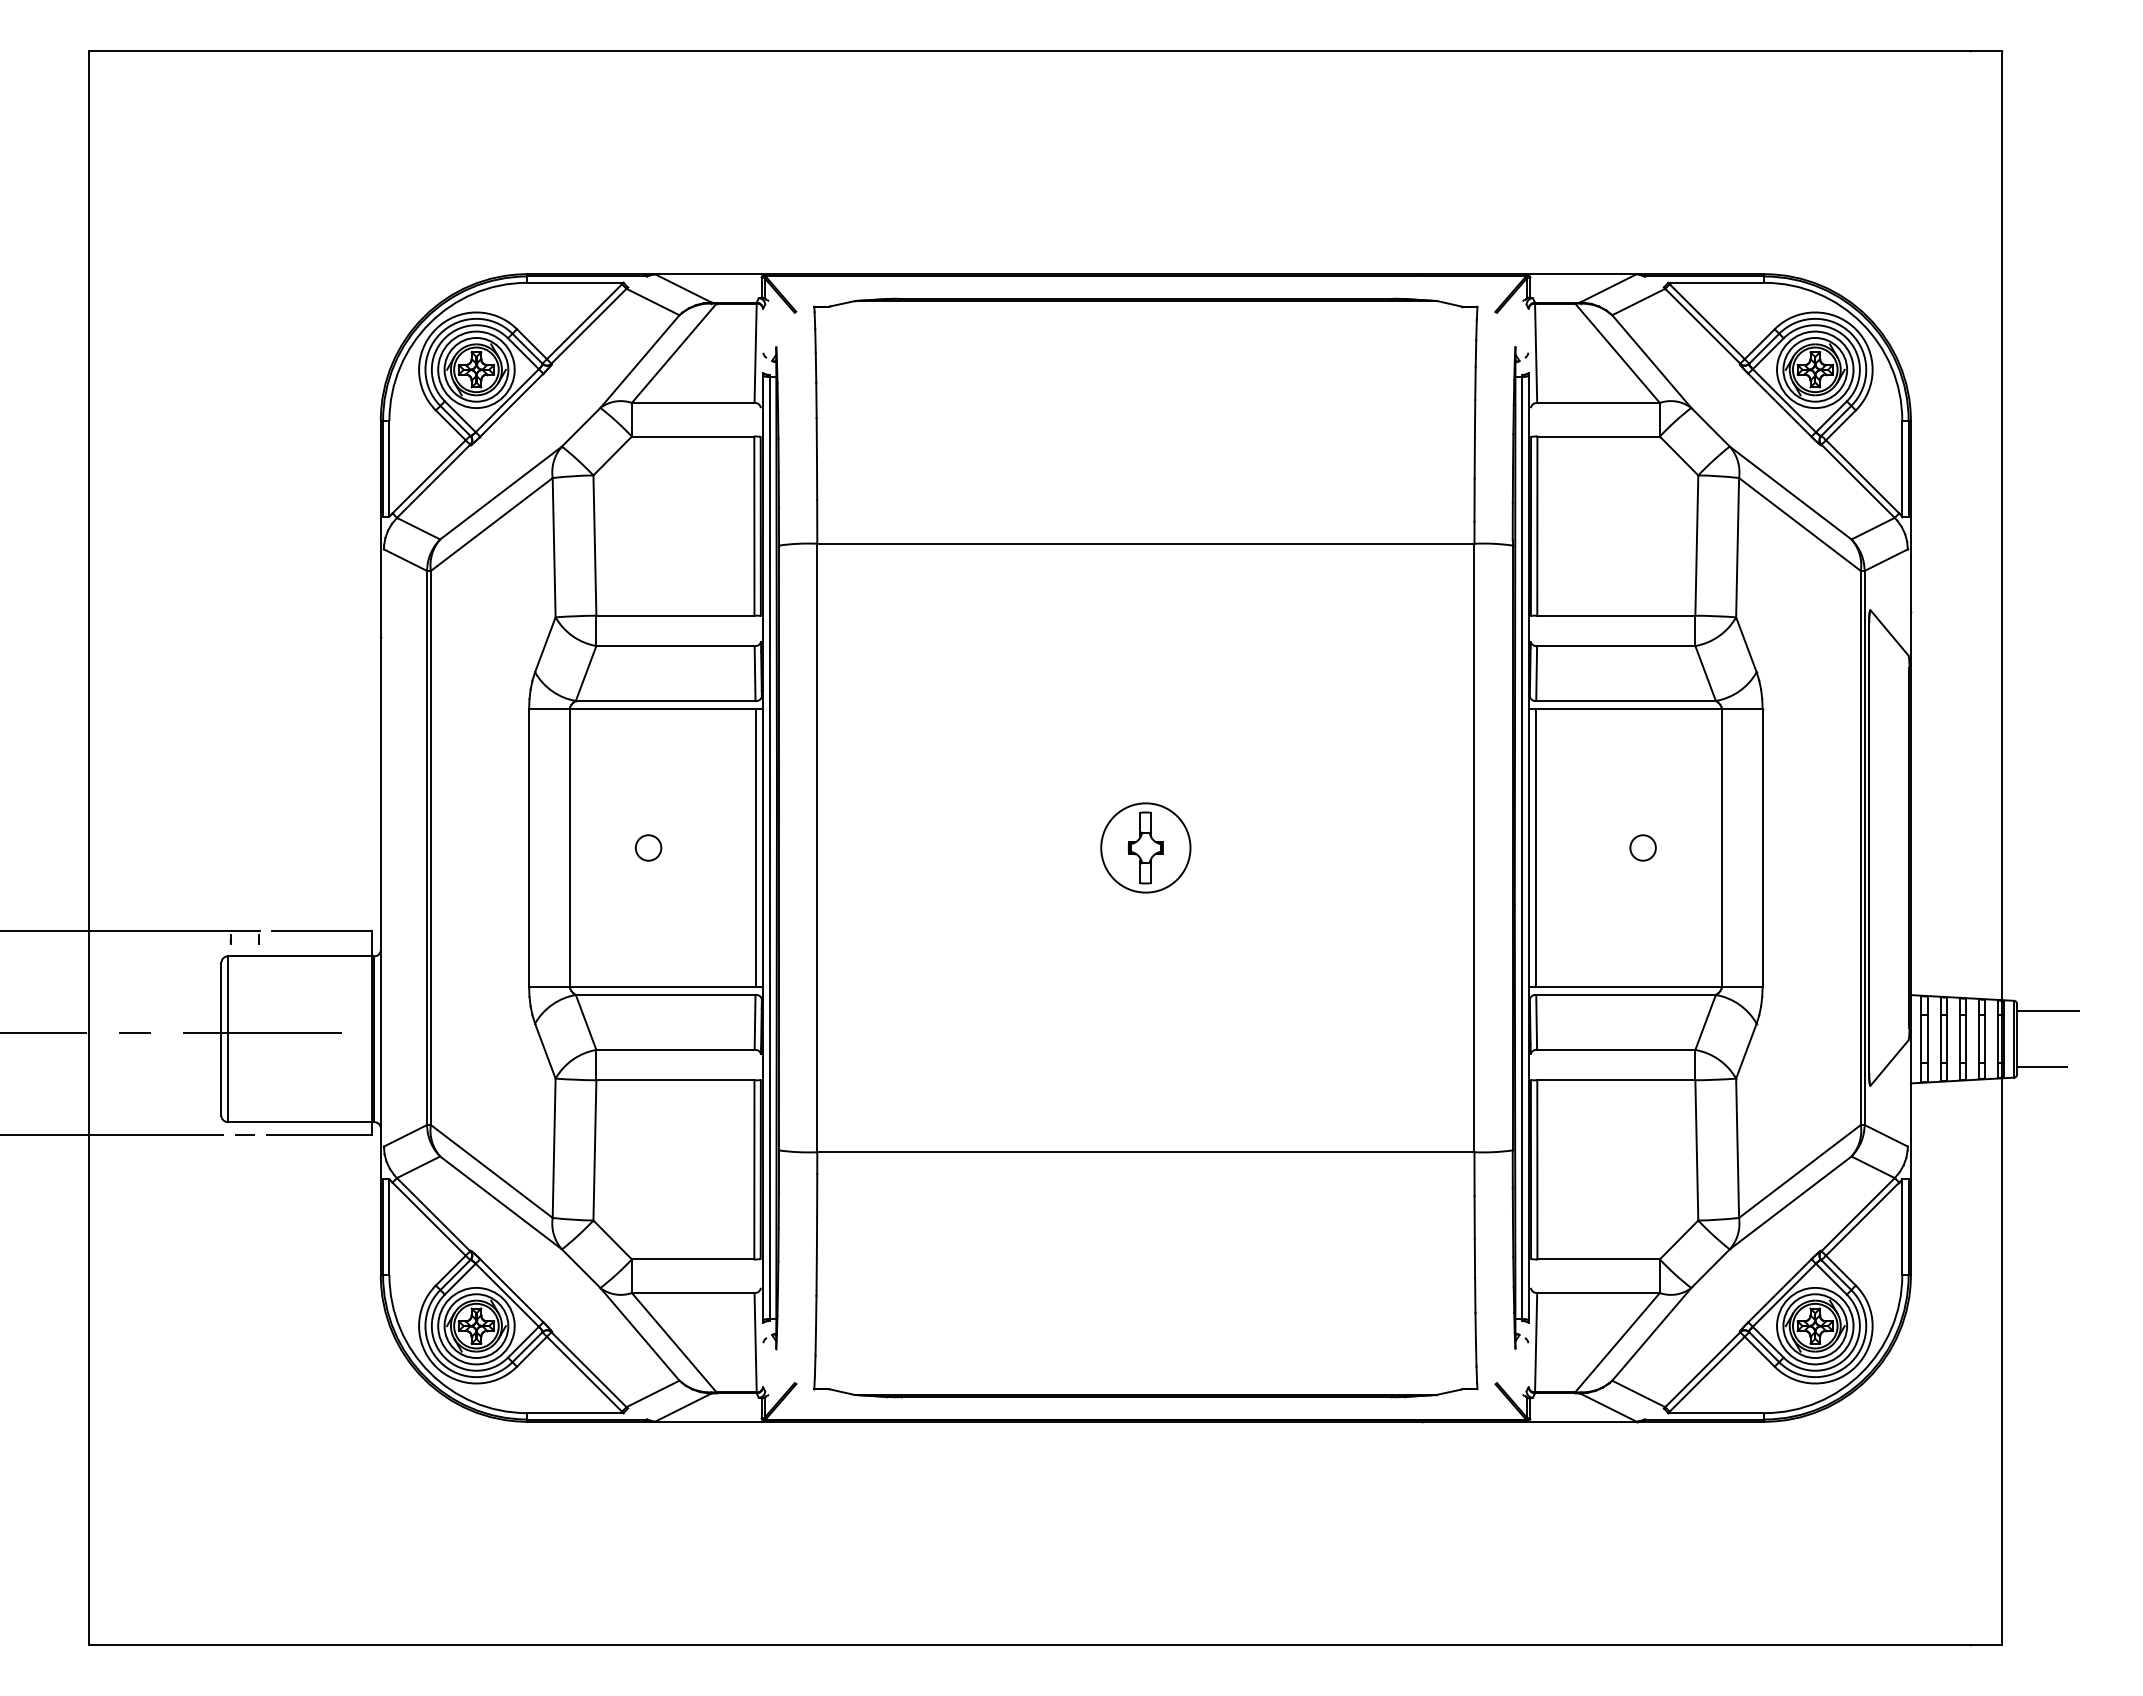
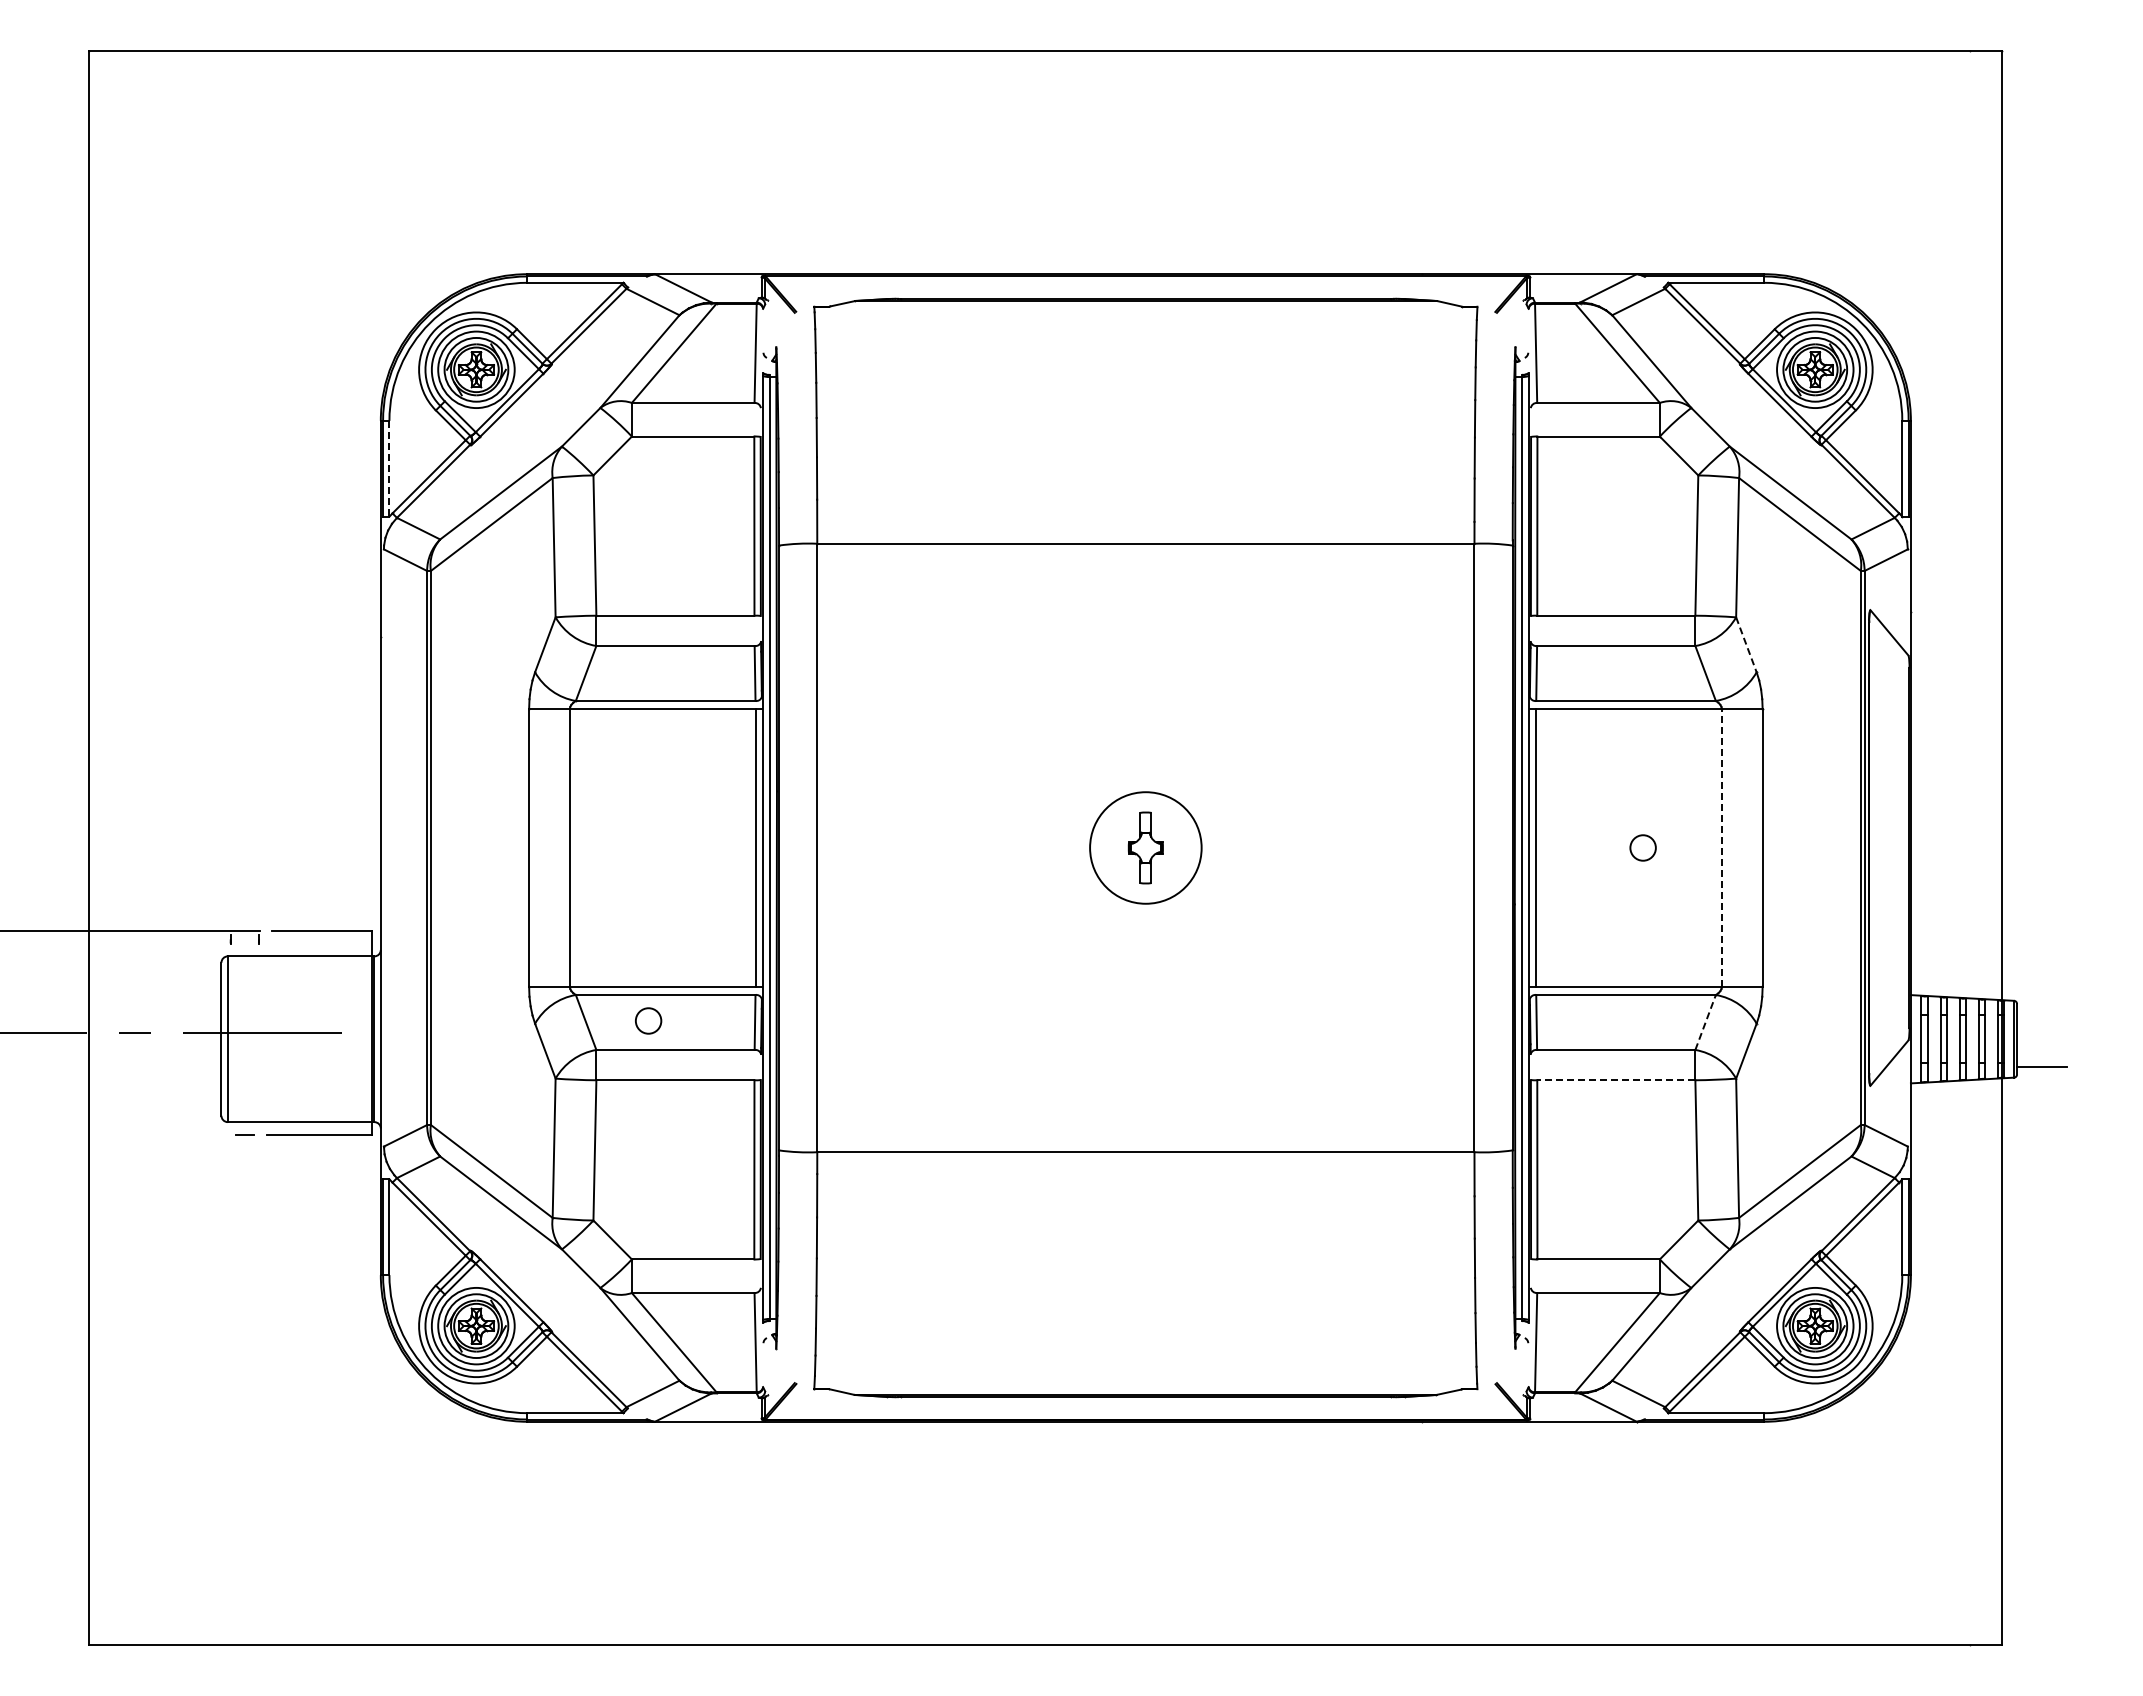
line at (389, 468): solid -> dashed
line at (1746, 645): solid -> dashed
circle at (648, 847) position: (648, 847) -> (648, 1020)
circle at (1145, 847) diameter: 89 px -> 112 px
line at (1721, 847): solid -> dashed
line at (2047, 1011): present -> none
line at (1705, 1022): solid -> dashed
line at (1615, 1080): solid -> dashed
line at (112, 1134): present -> none
